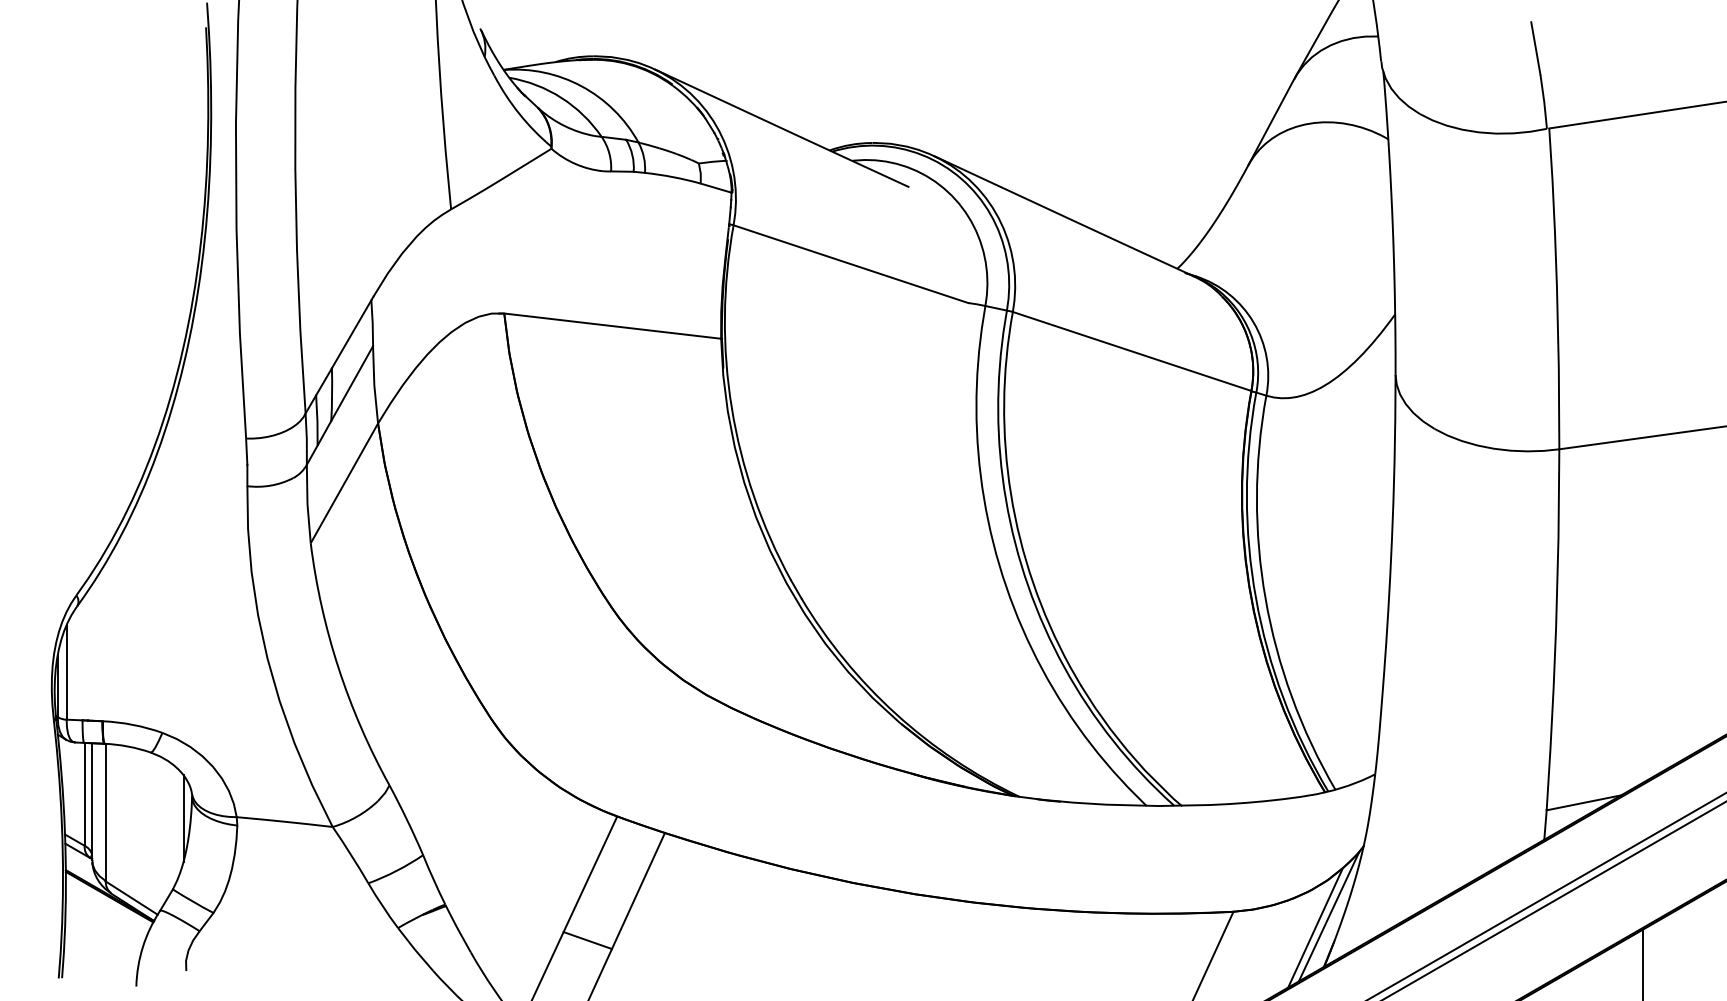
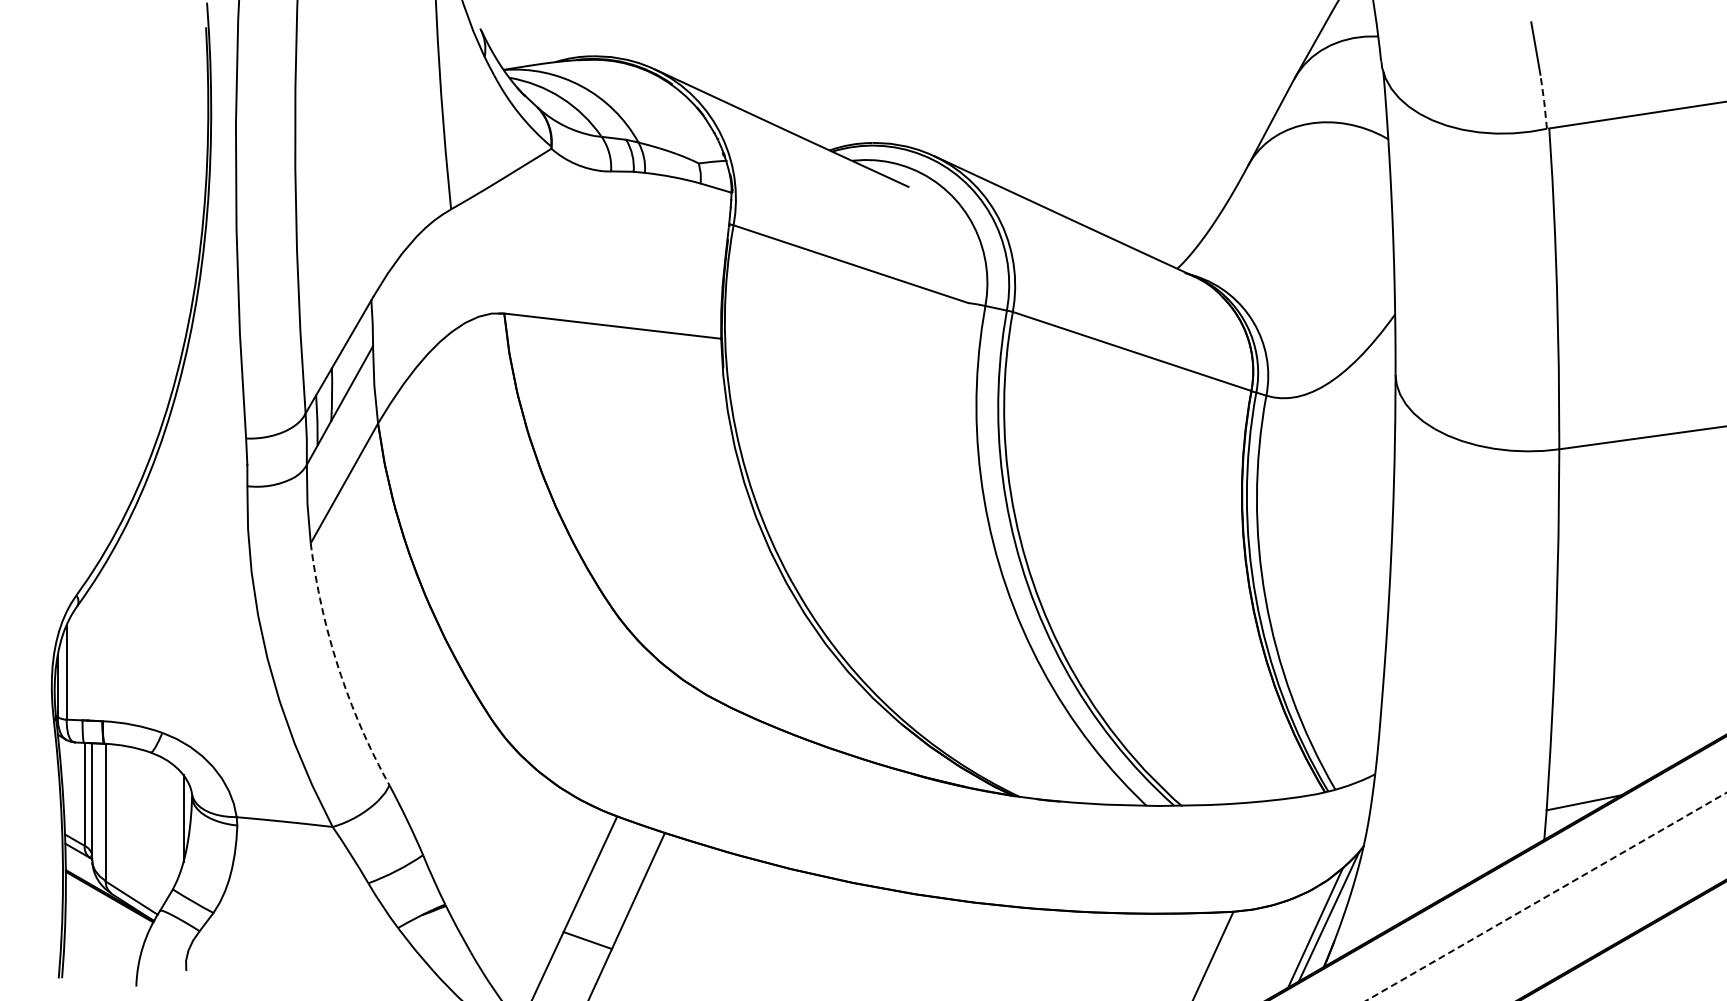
line at (1544, 101): solid -> dashed
arc at (338, 668): solid -> dashed
line at (1546, 896): solid -> dashed
line at (1554, 899): present -> none
line at (1643, 963): present -> none
